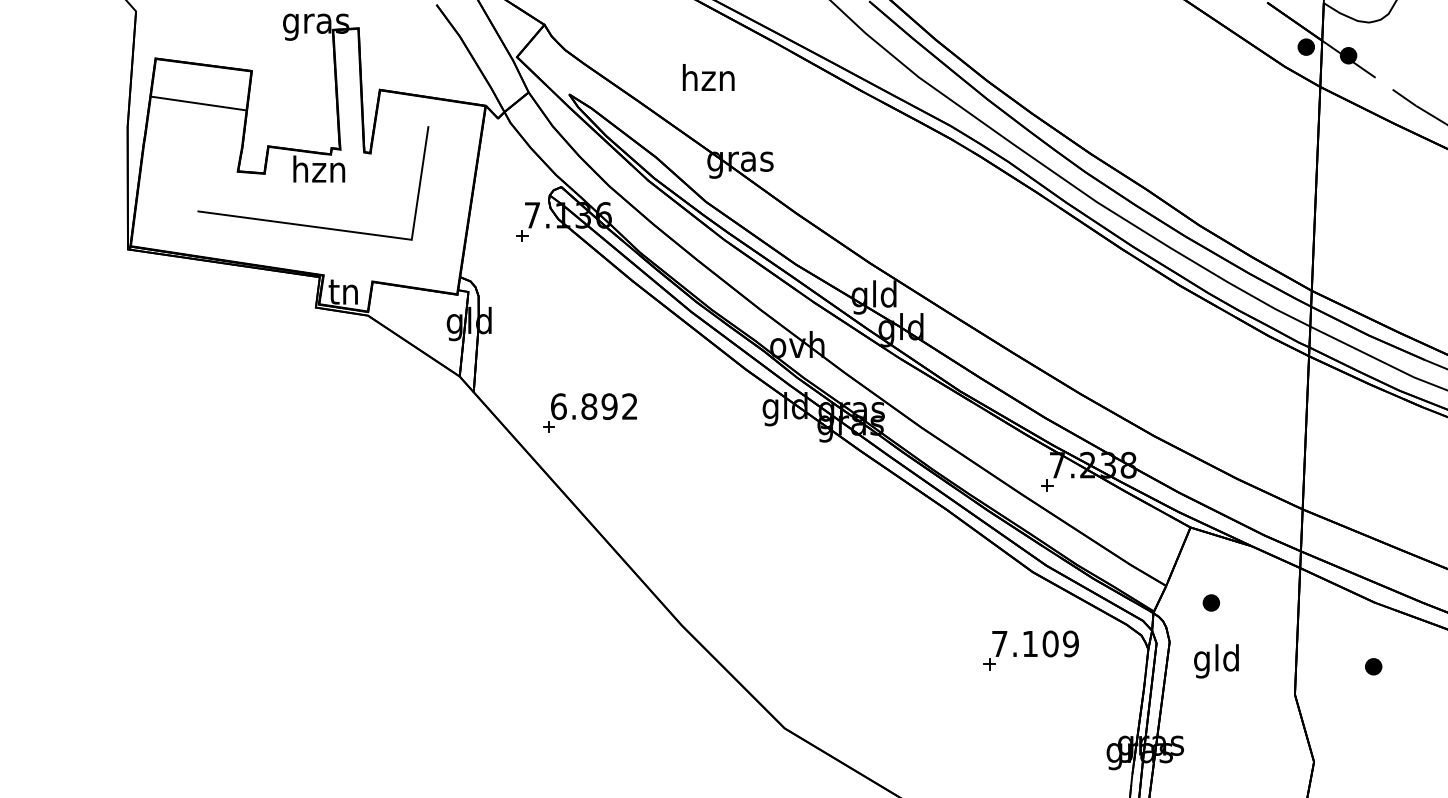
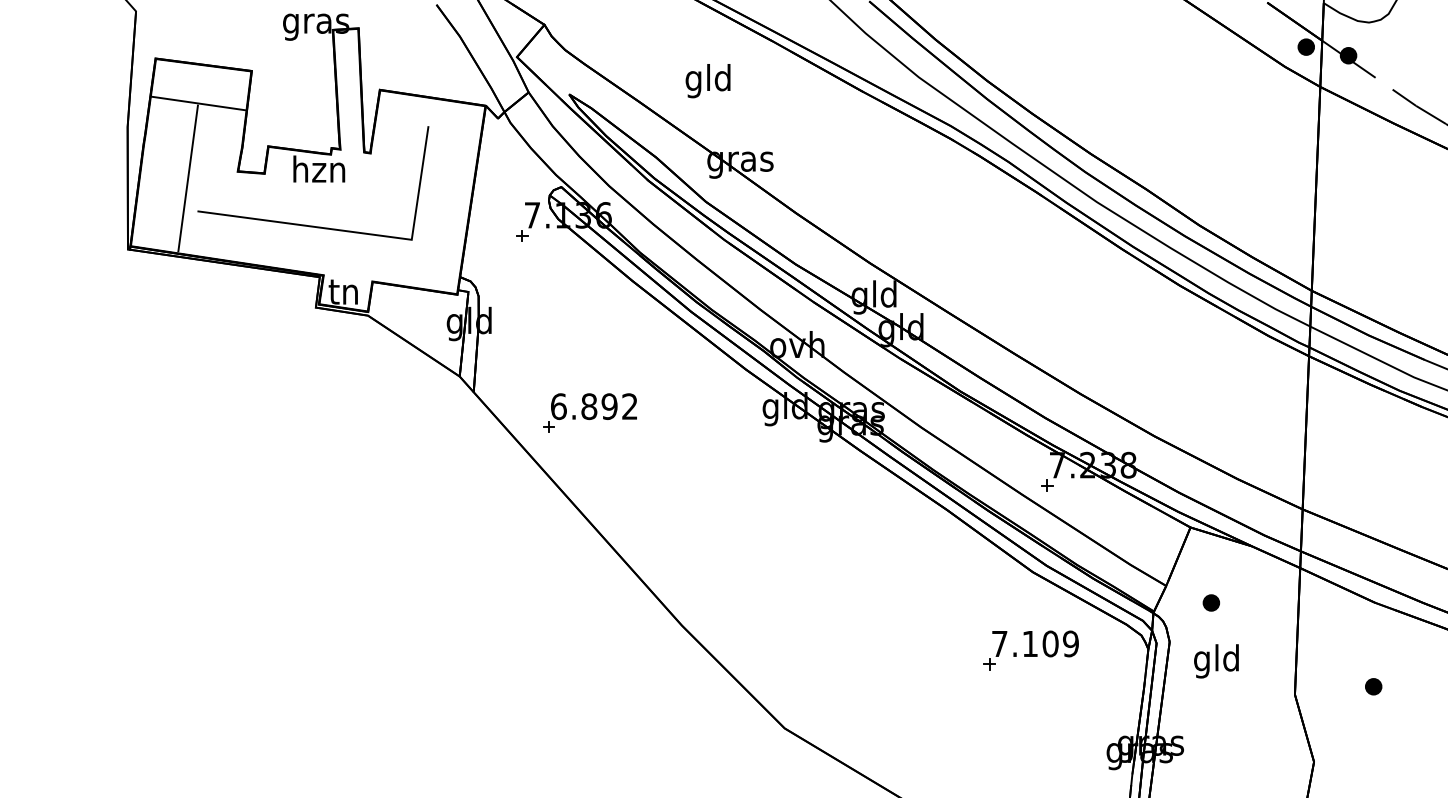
text at (708, 81): hzn -> gld
line at (187, 178): none -> present
part at (1373, 666) position: (1373, 666) -> (1373, 686)
